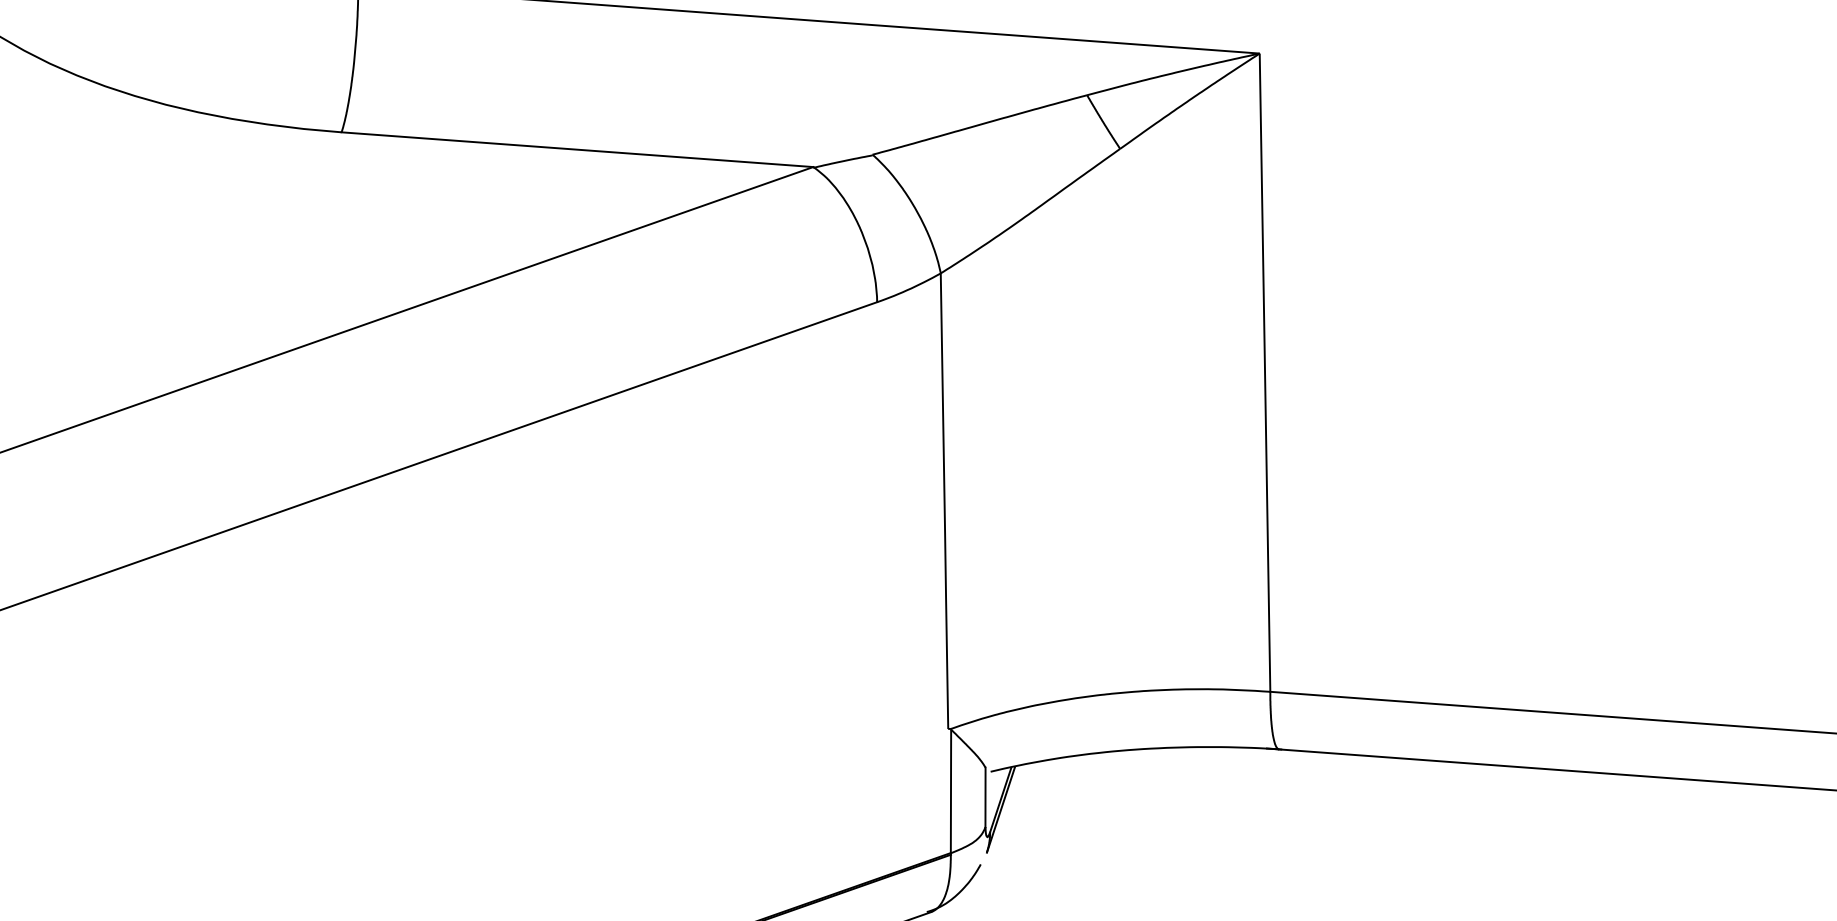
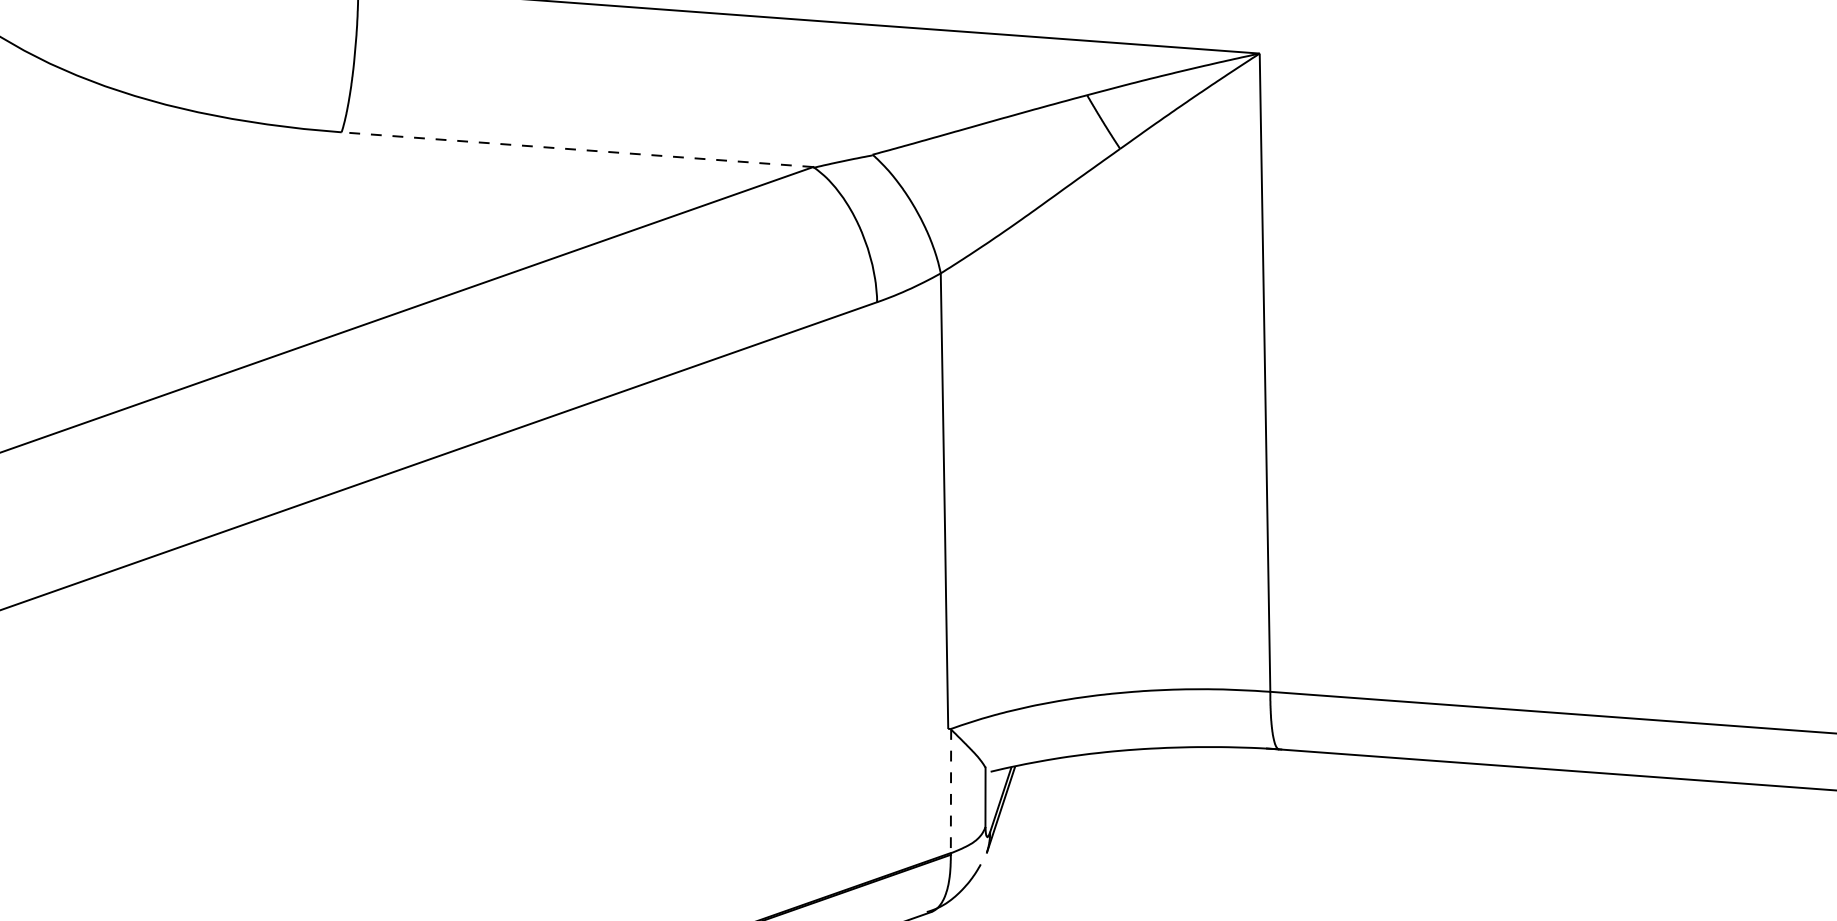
line at (577, 149): solid -> dashed
line at (951, 791): solid -> dashed
